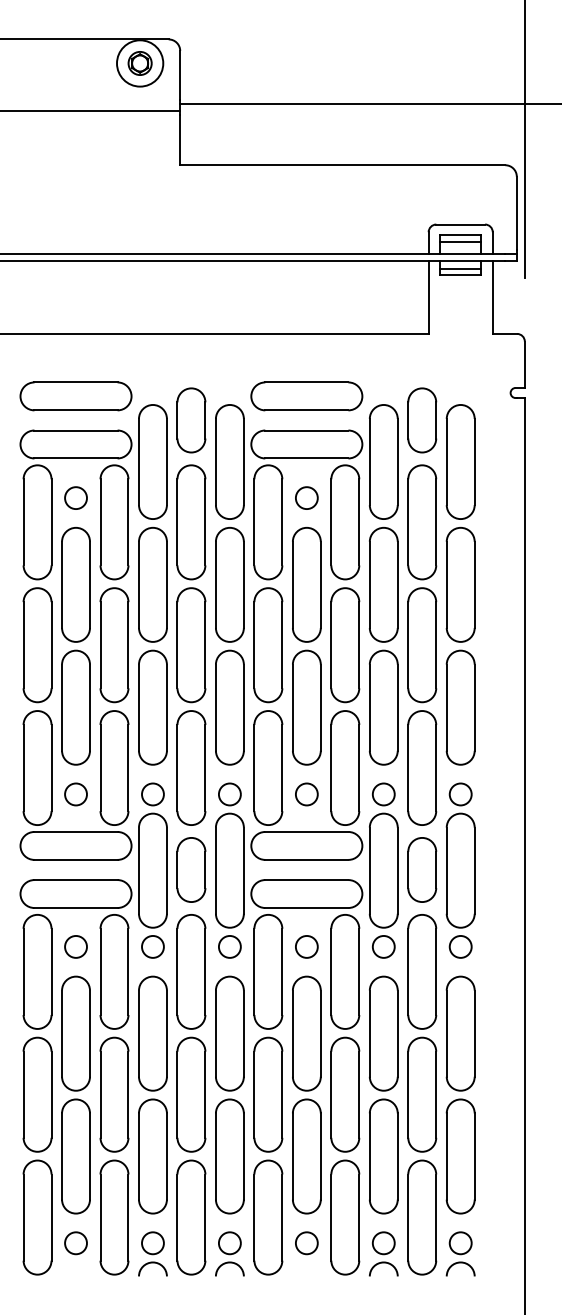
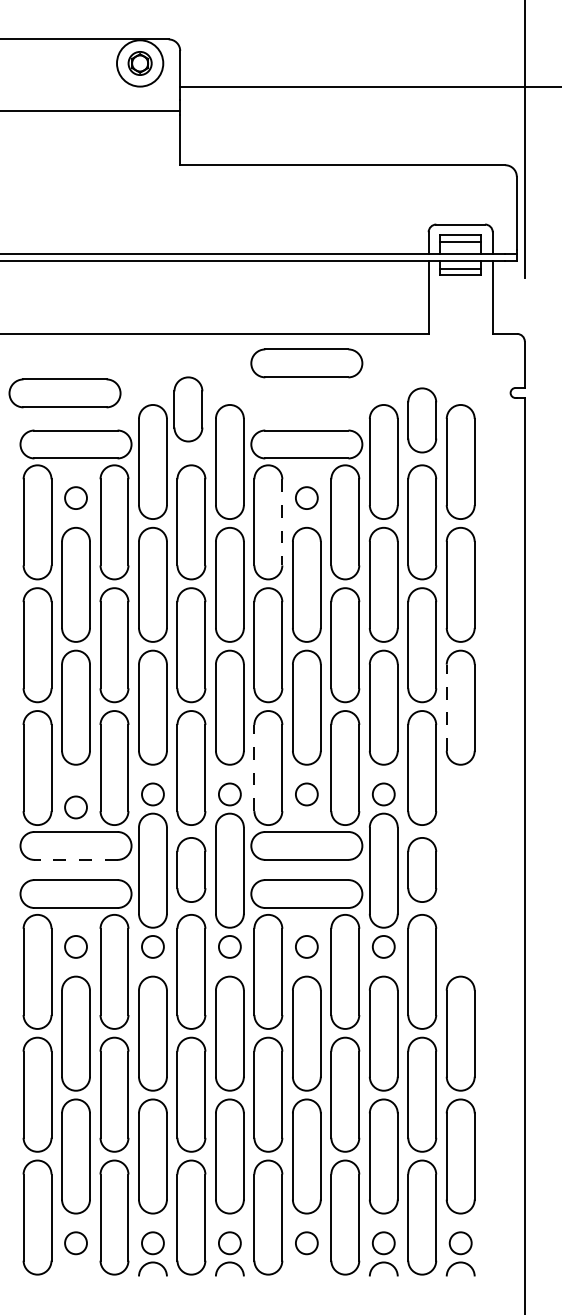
line at (369, 103) position: (369, 103) -> (369, 86)
part at (75, 396) position: (75, 396) -> (64, 393)
part at (306, 396) position: (306, 396) -> (306, 363)
part at (191, 420) position: (191, 420) -> (188, 409)
line at (282, 522): solid -> dashed
line at (446, 707): solid -> dashed
line at (254, 767): solid -> dashed
circle at (75, 794) position: (75, 794) -> (75, 807)
line at (76, 859): solid -> dashed
part at (460, 870): present -> none
